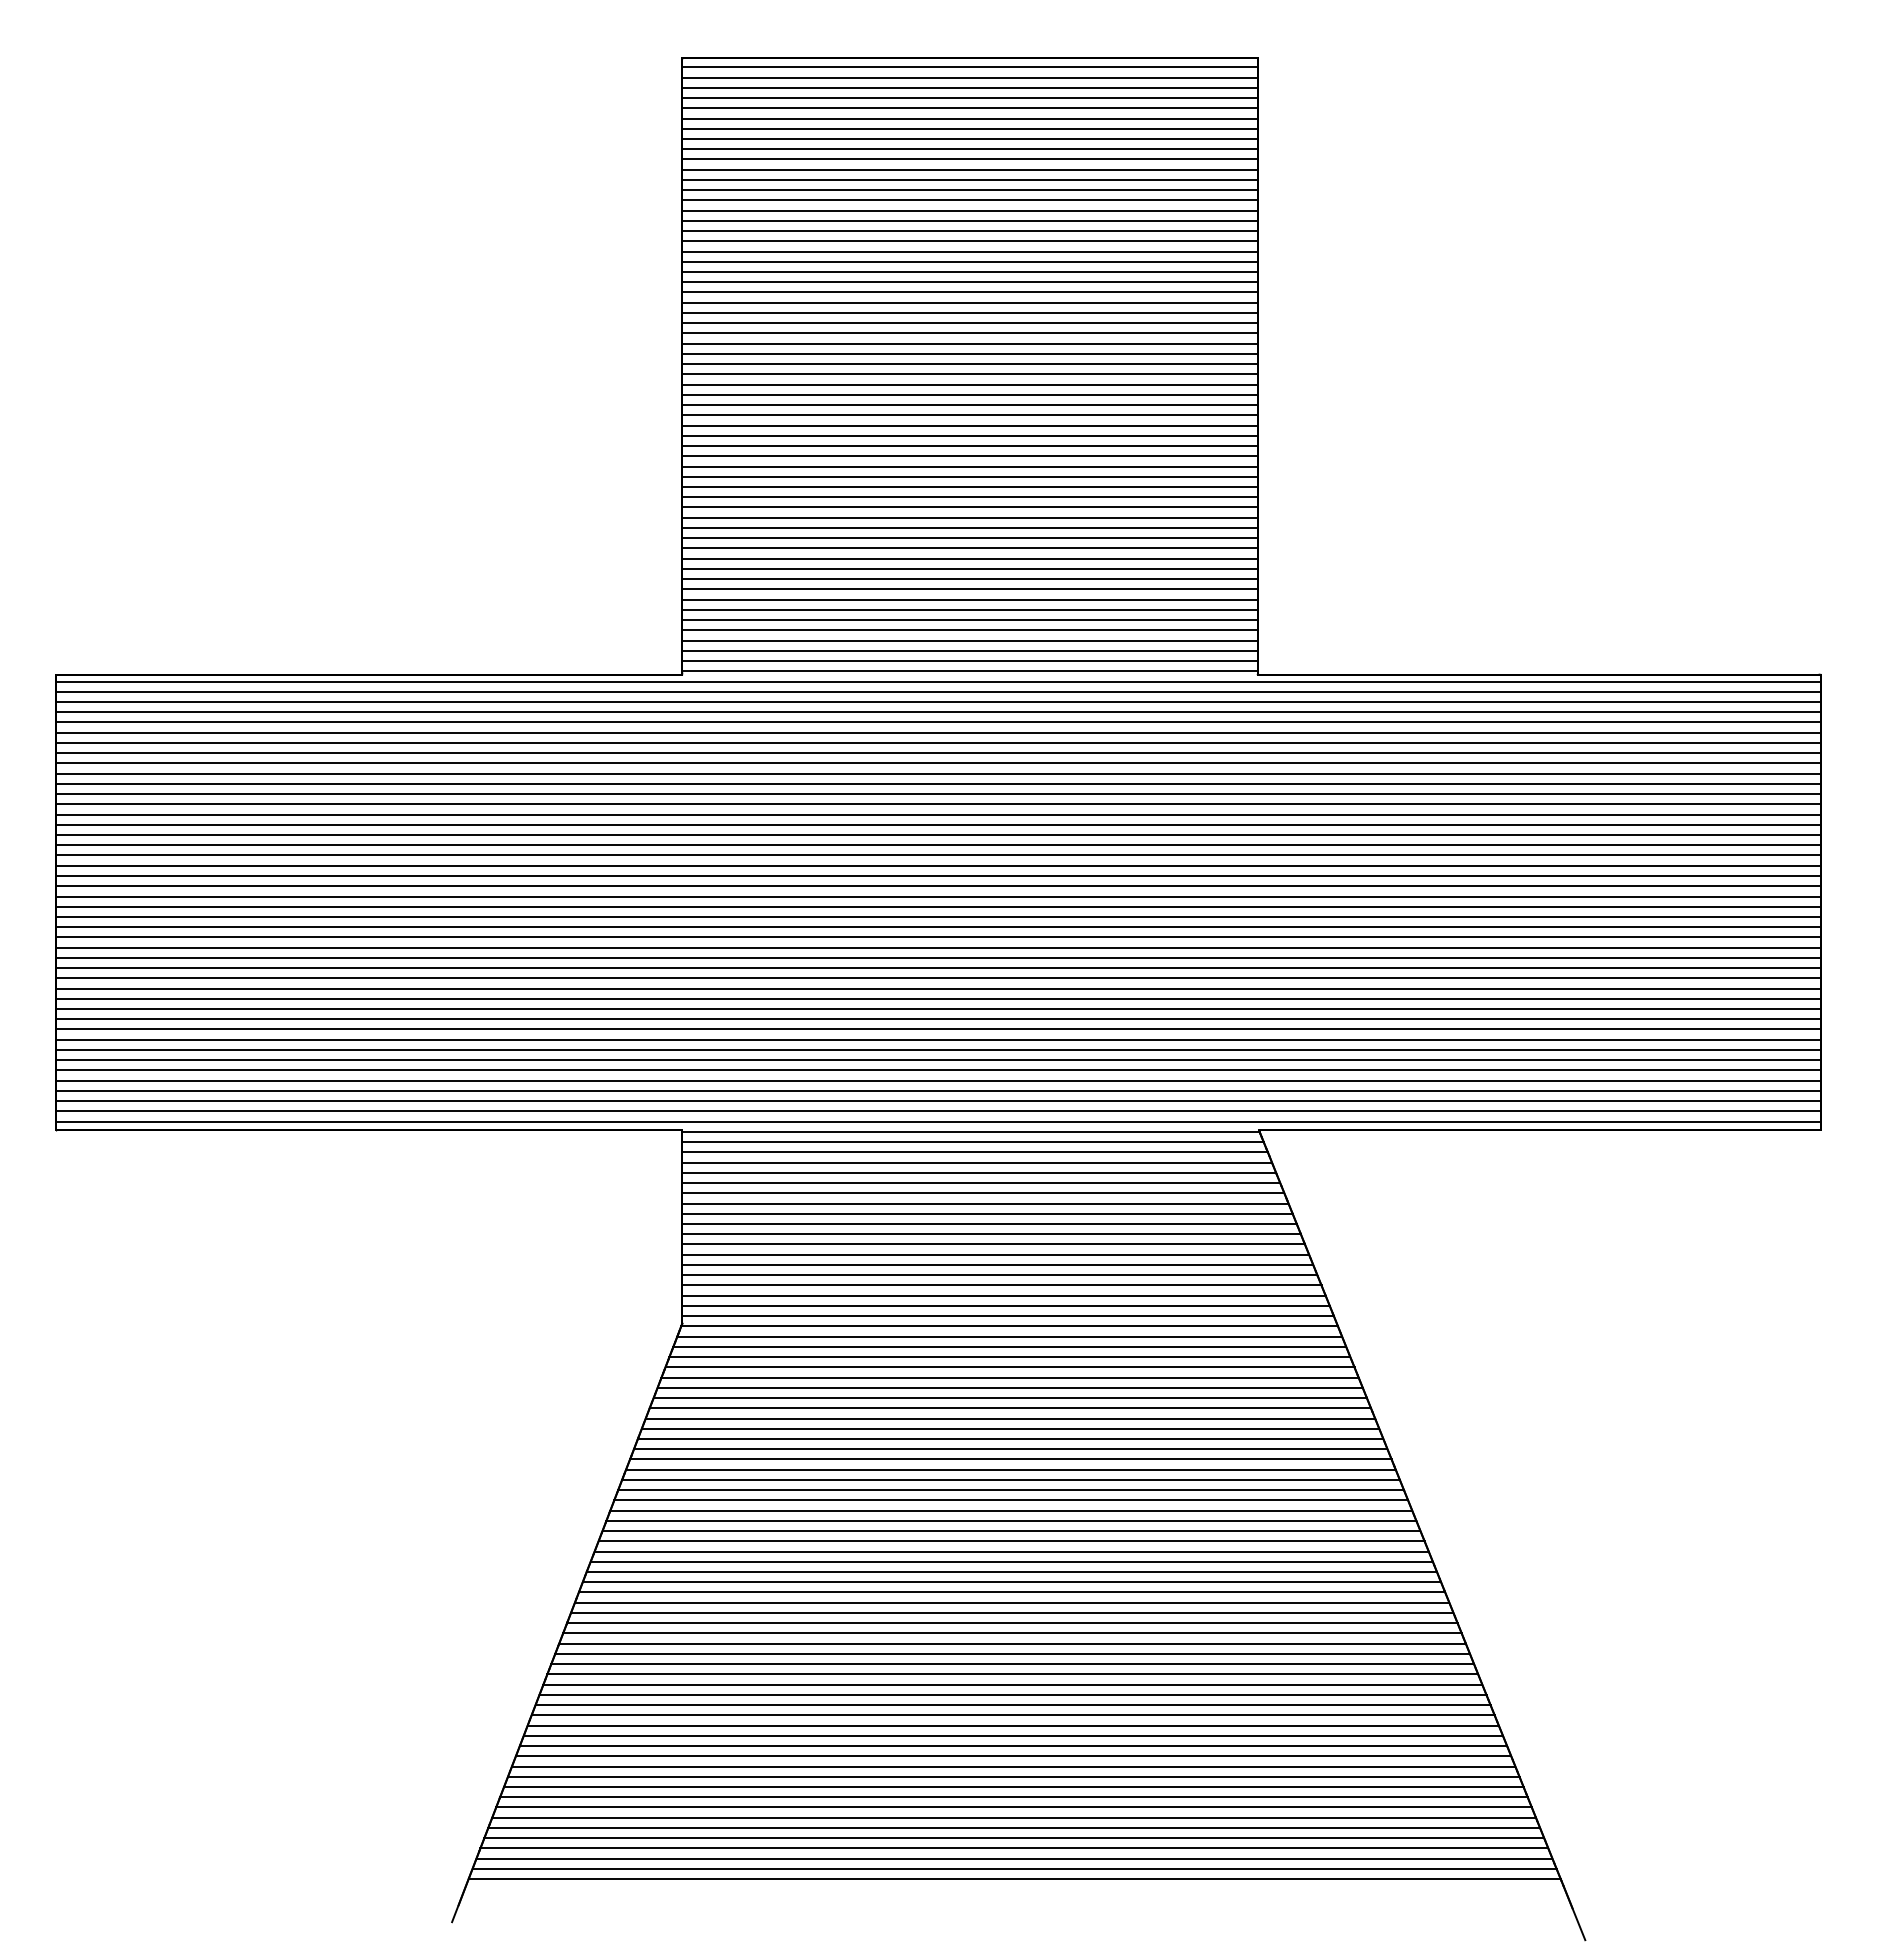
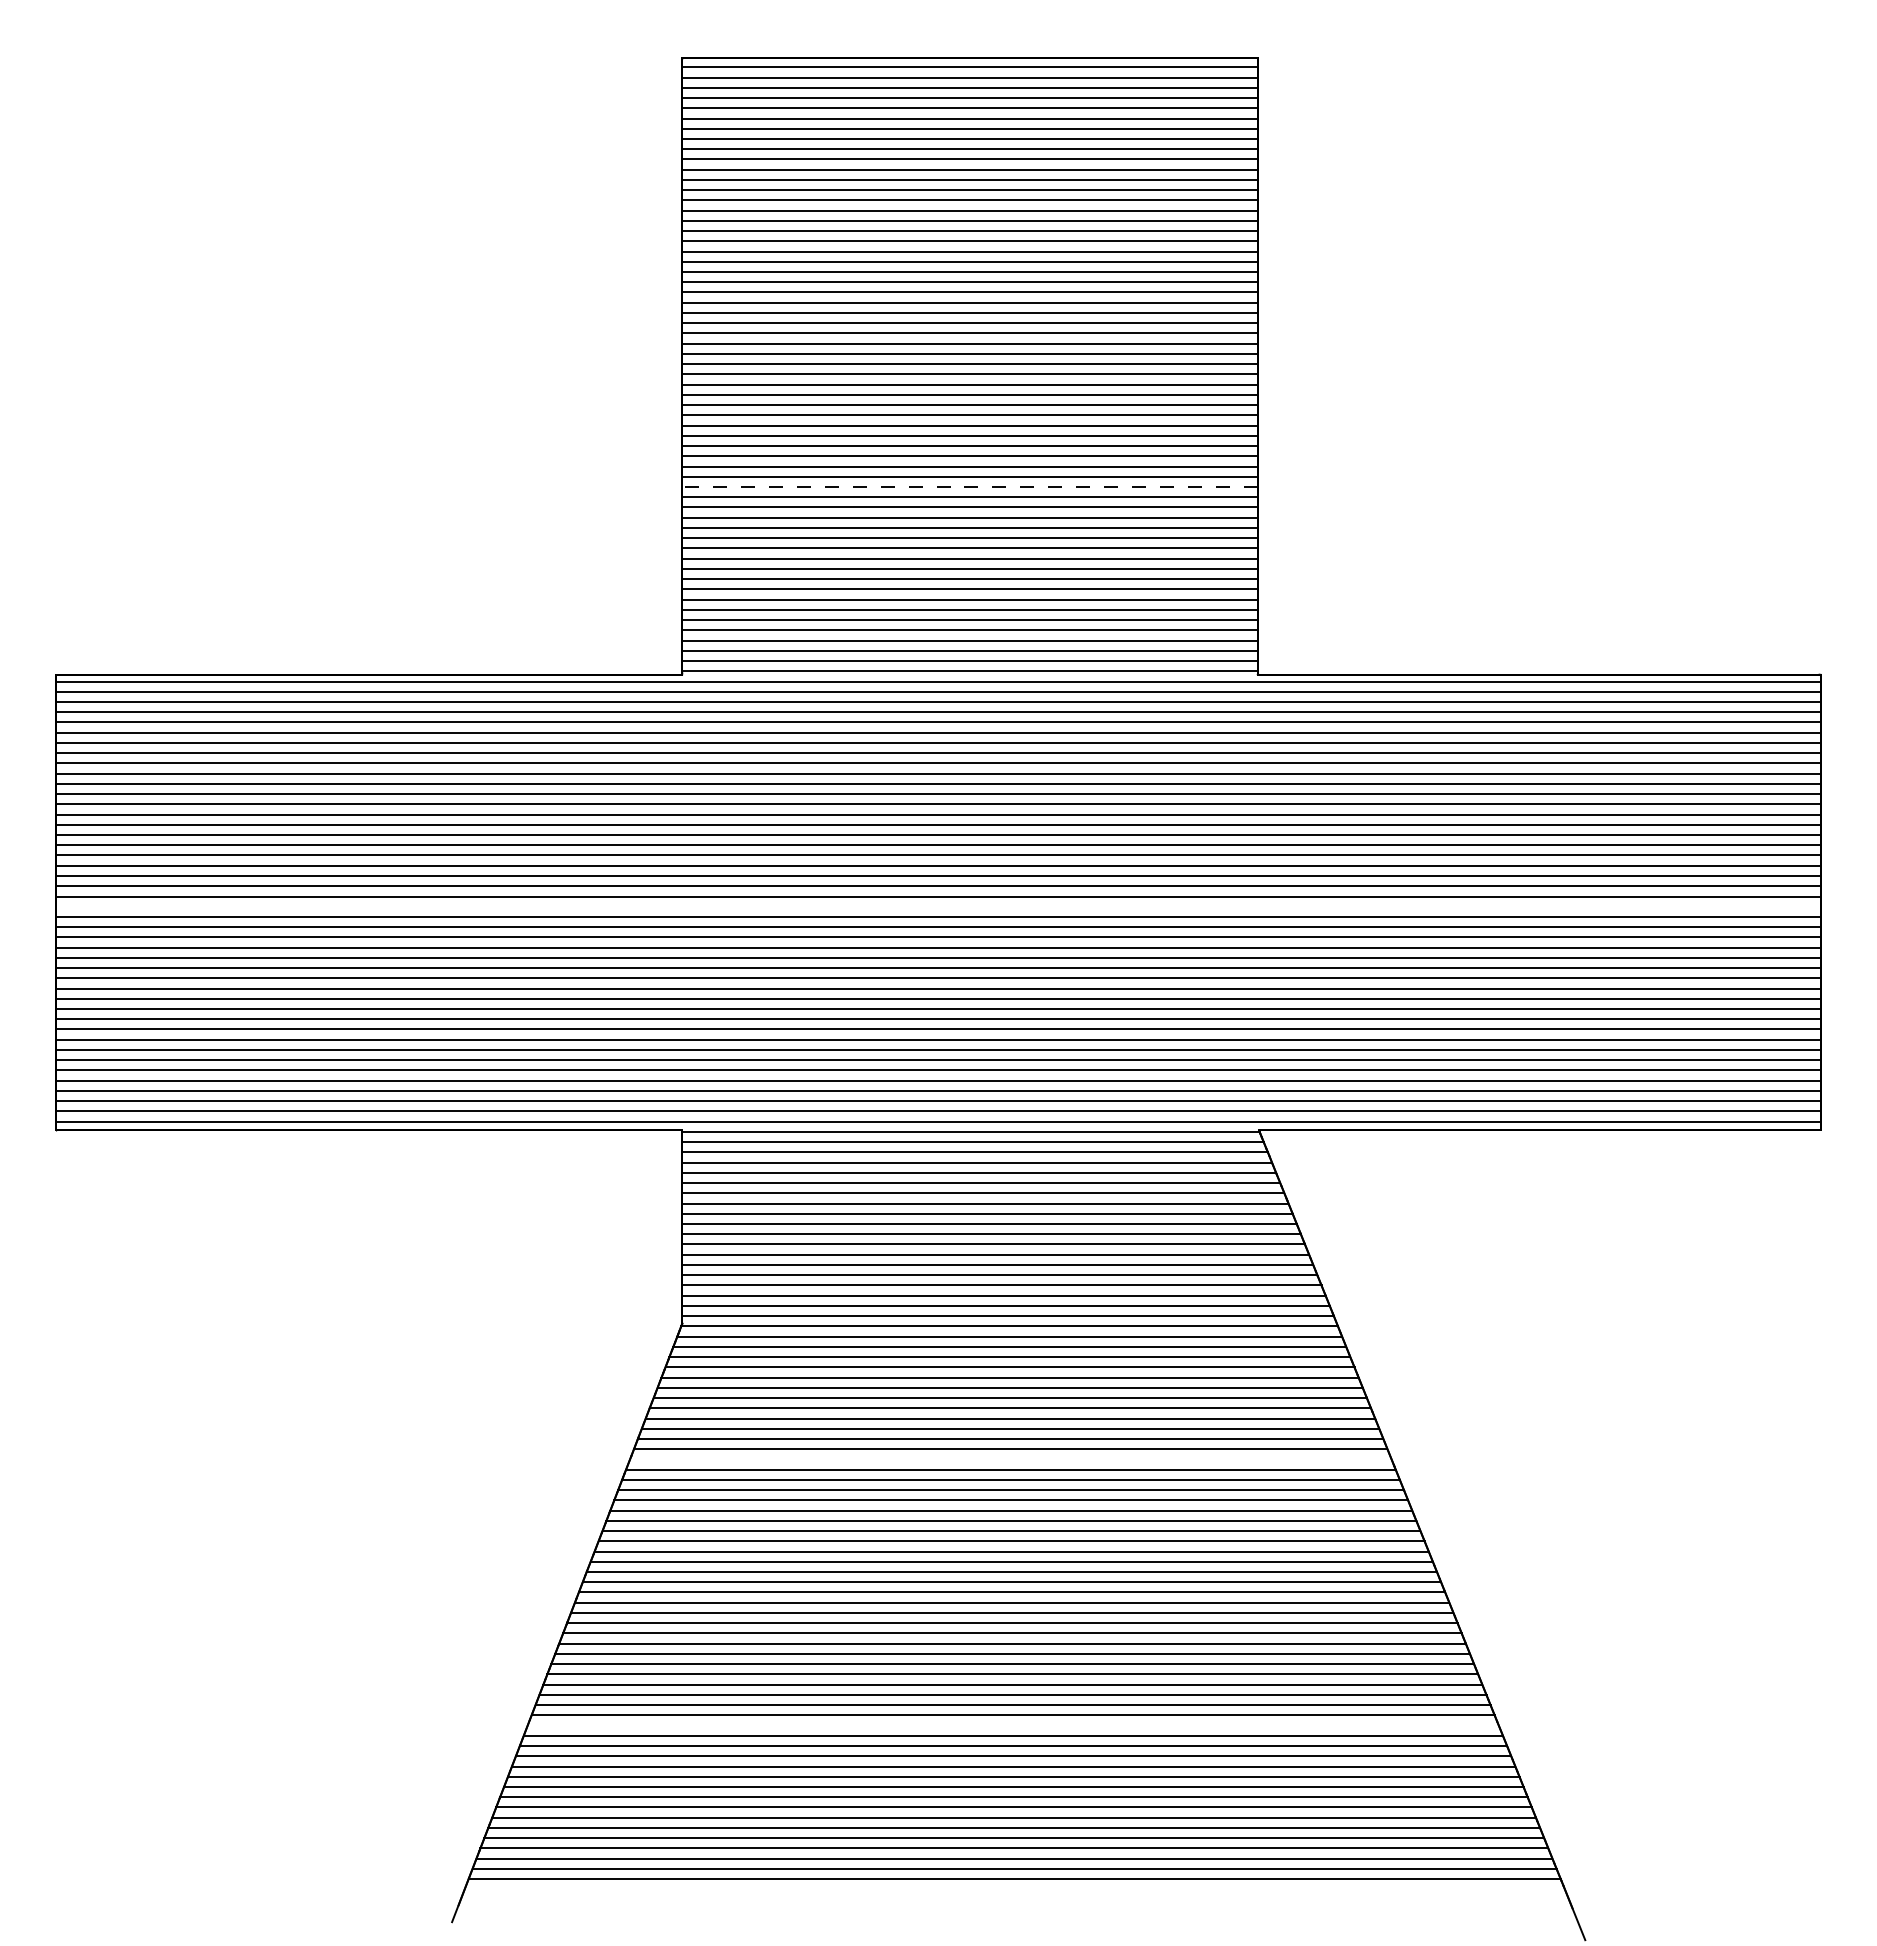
line at (970, 487): solid -> dashed
line at (938, 906): present -> none
line at (1010, 1459): present -> none
line at (1012, 1725): present -> none
